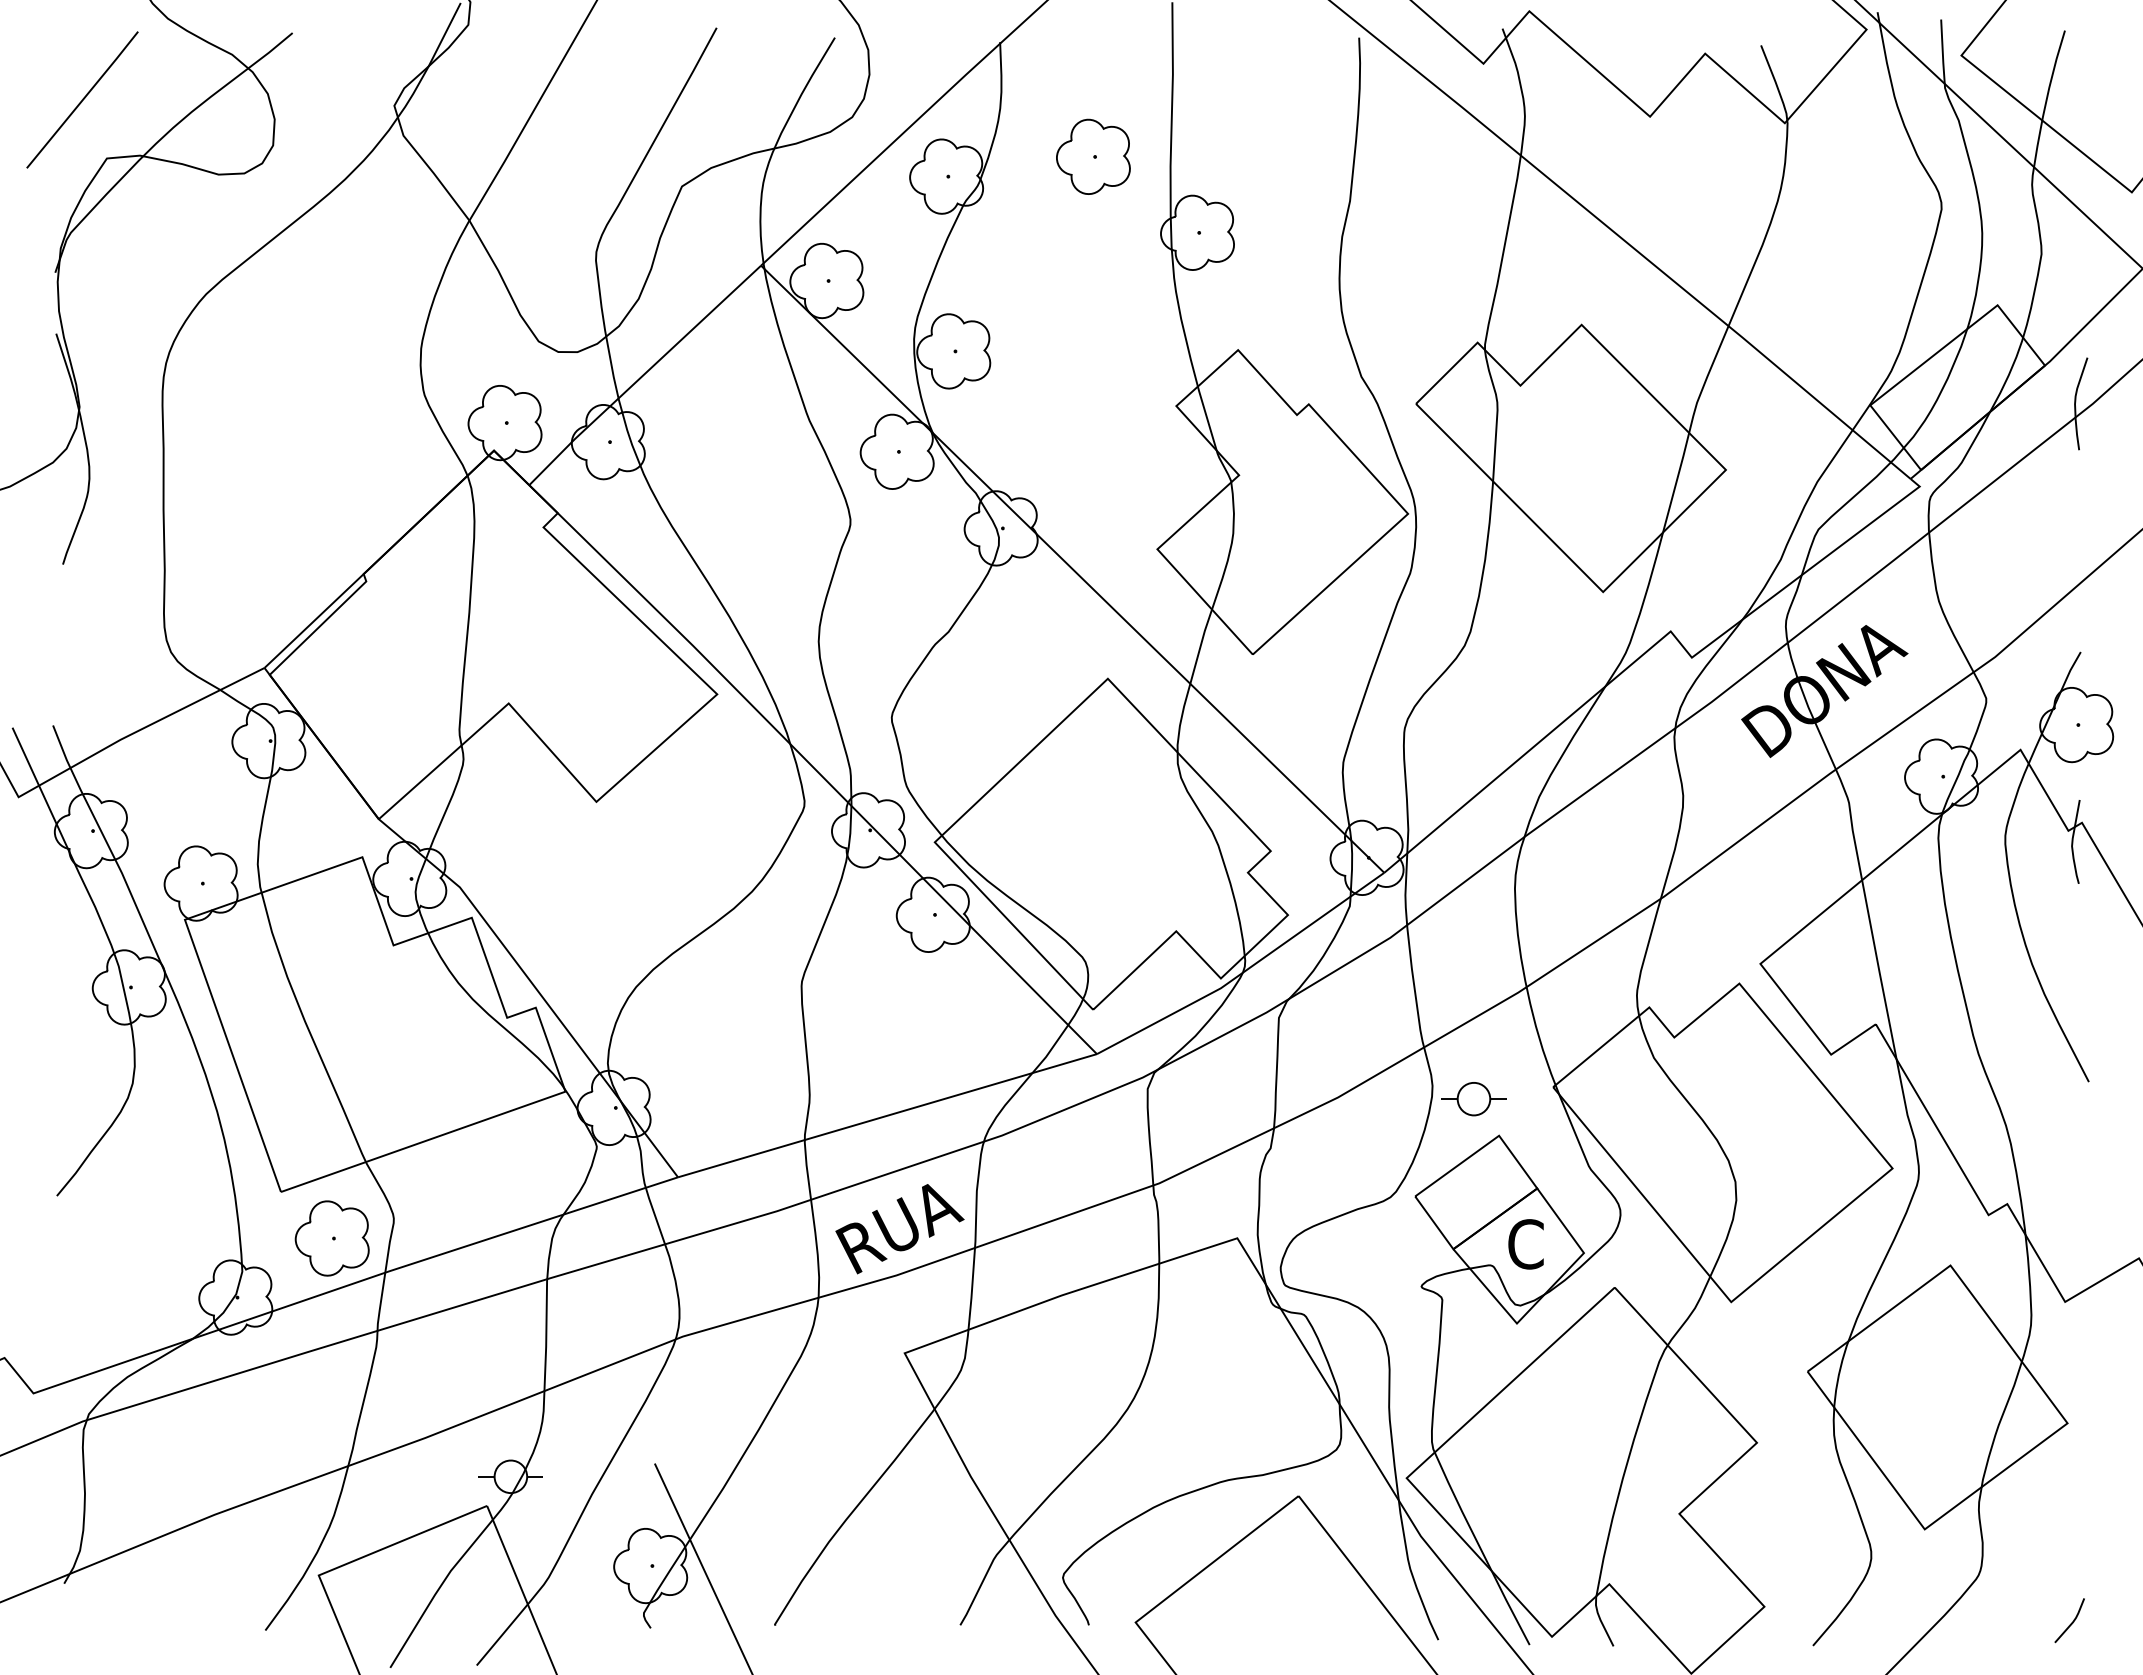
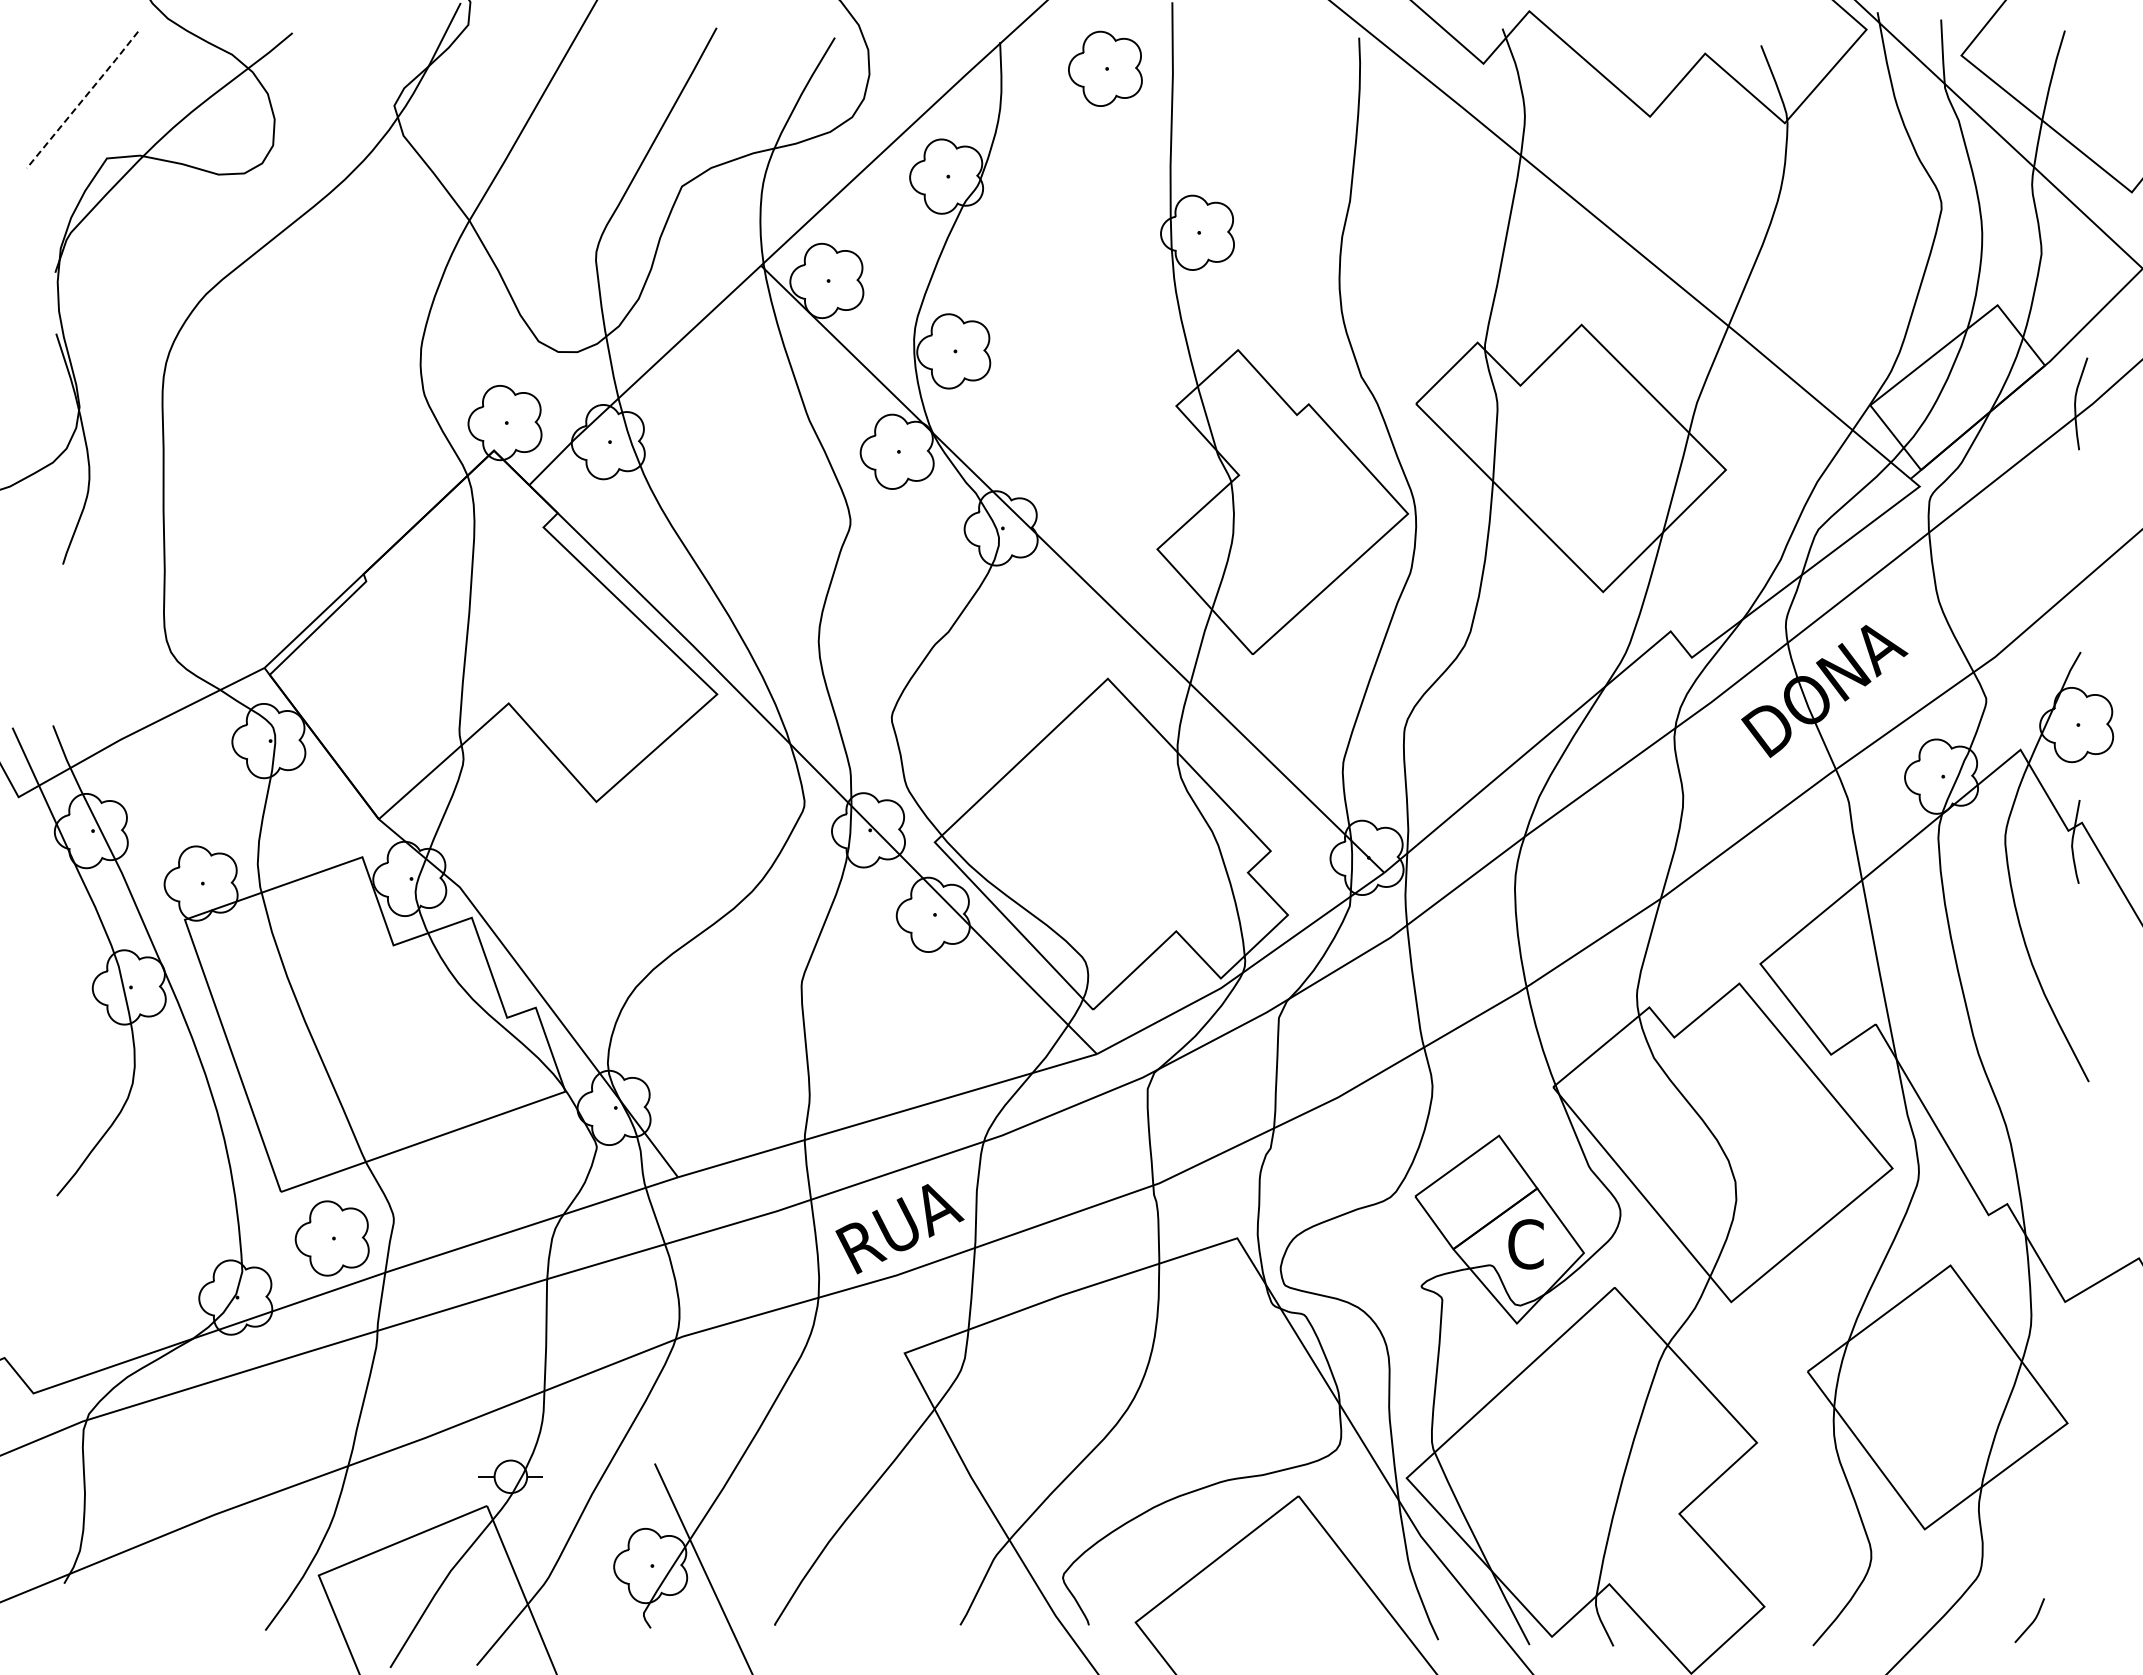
line at (82, 99): solid -> dashed
part at (1093, 156) position: (1093, 156) -> (1105, 68)
part at (1473, 1099): present -> none
line at (2071, 1622) position: (2071, 1622) -> (2031, 1622)
